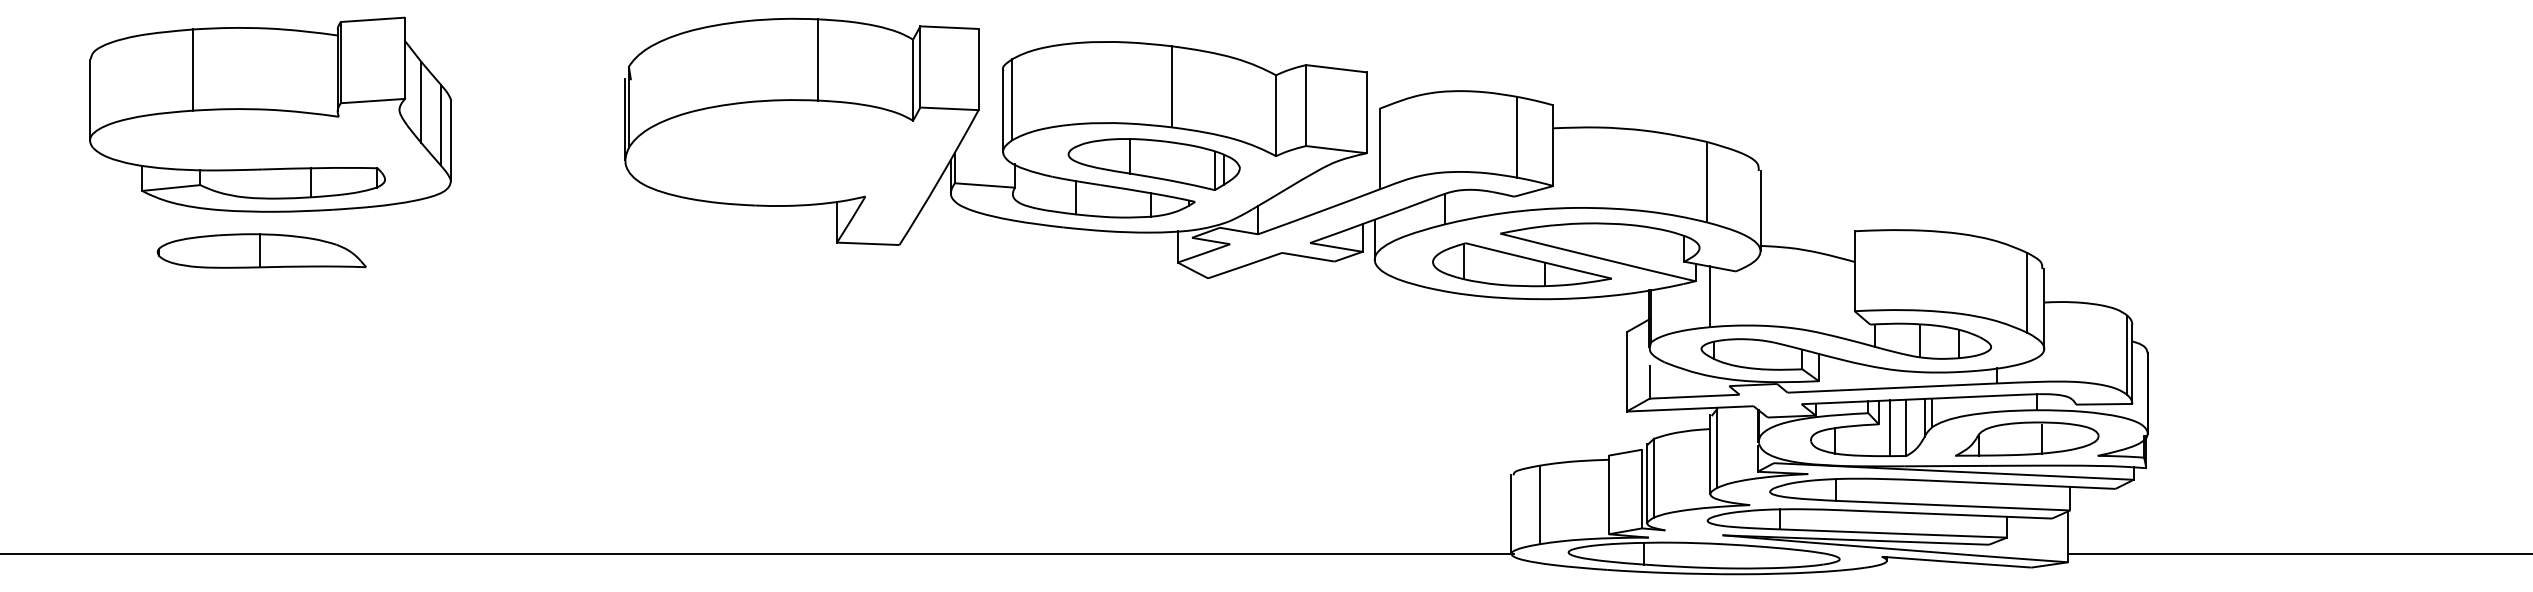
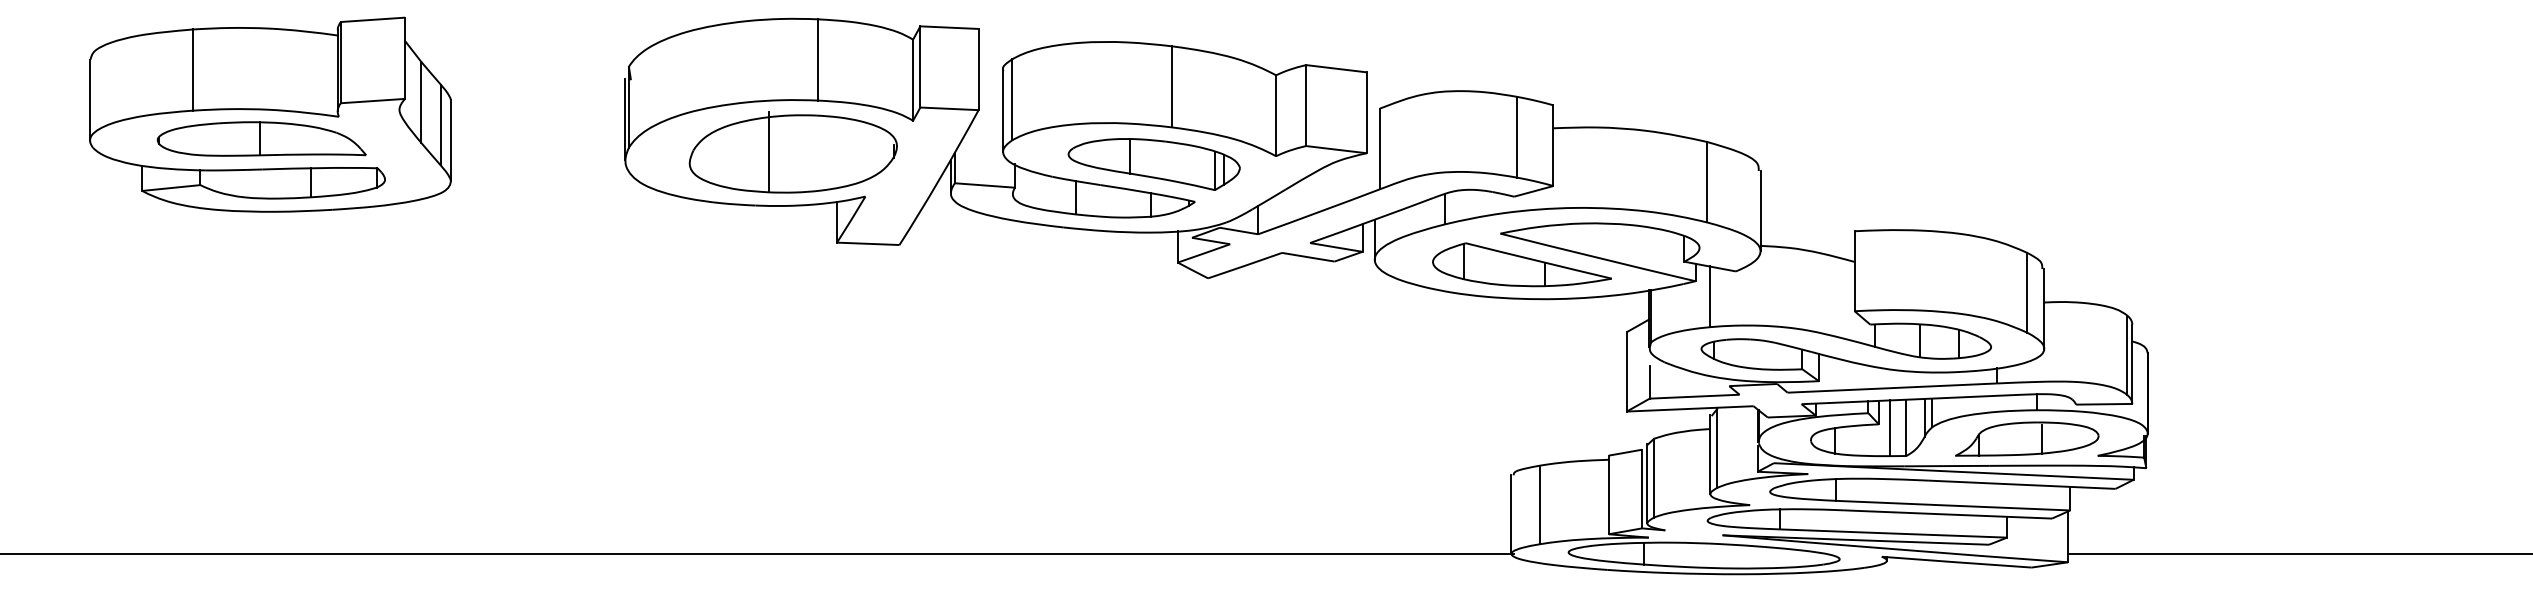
part at (792, 152): none -> present
part at (261, 250) position: (261, 250) -> (261, 138)
